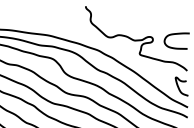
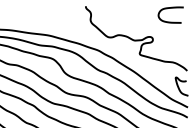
curve at (173, 35) position: (173, 35) -> (167, 9)
